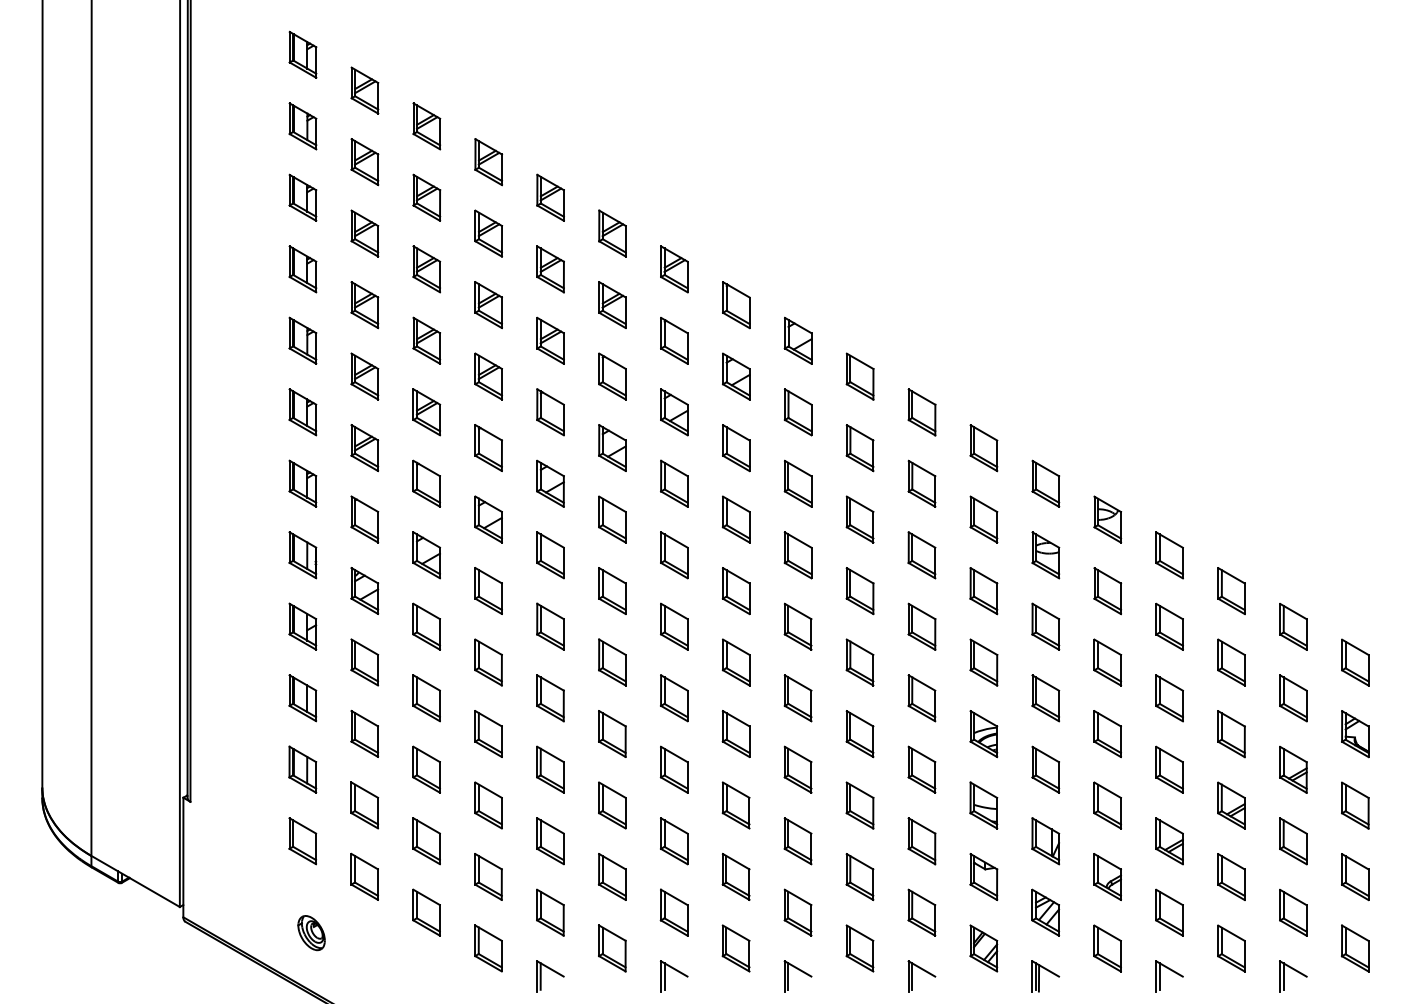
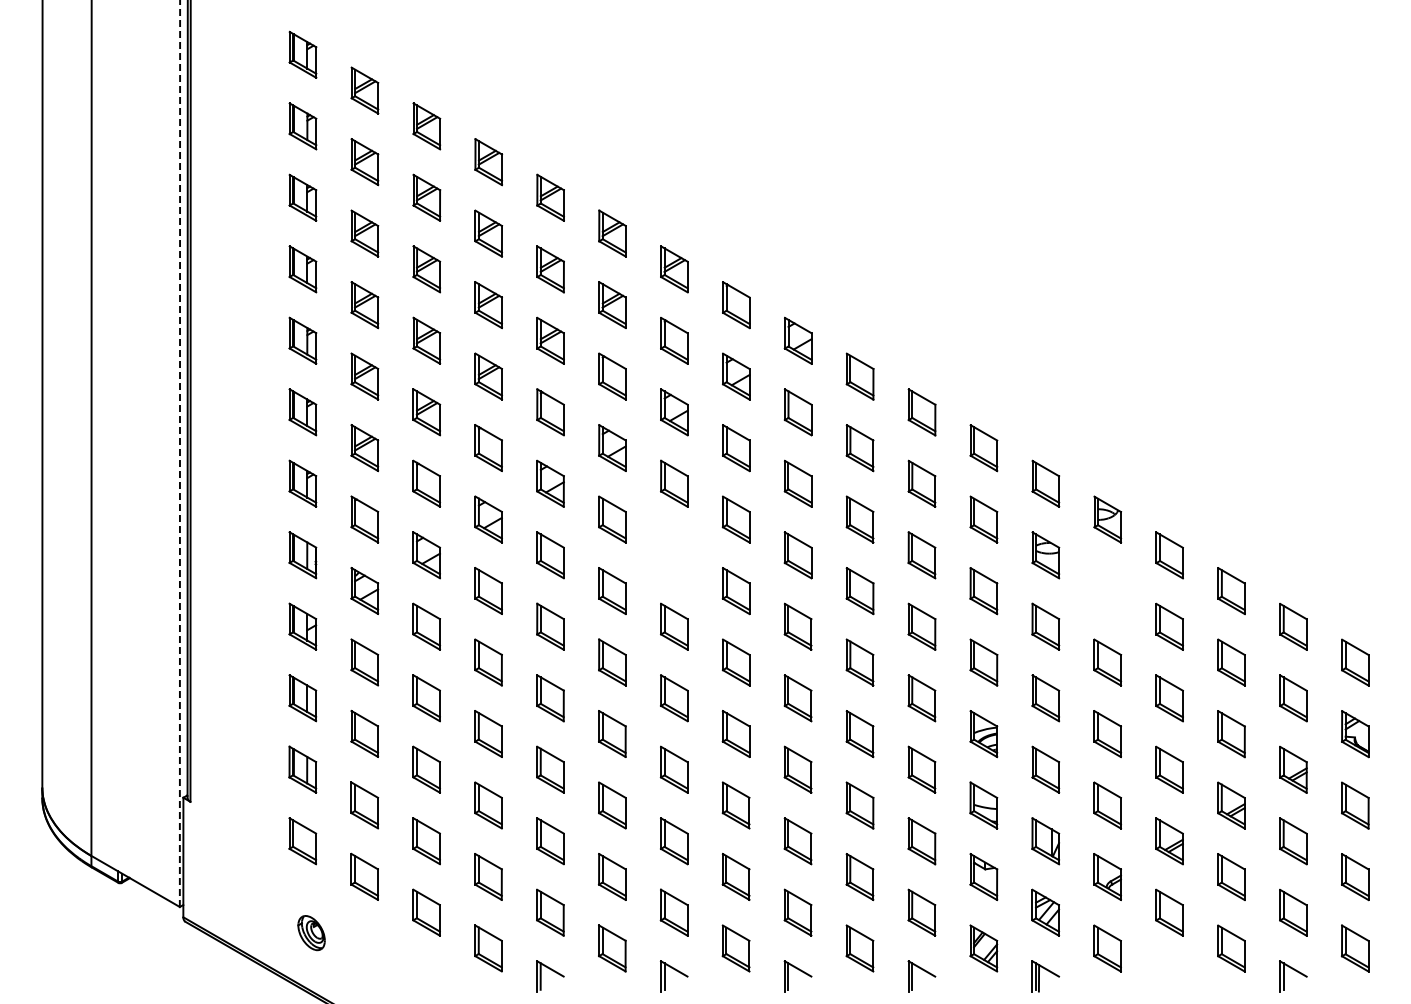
line at (179, 453): solid -> dashed
part at (674, 555): present -> none
part at (1107, 591): present -> none
part at (1169, 976): present -> none
